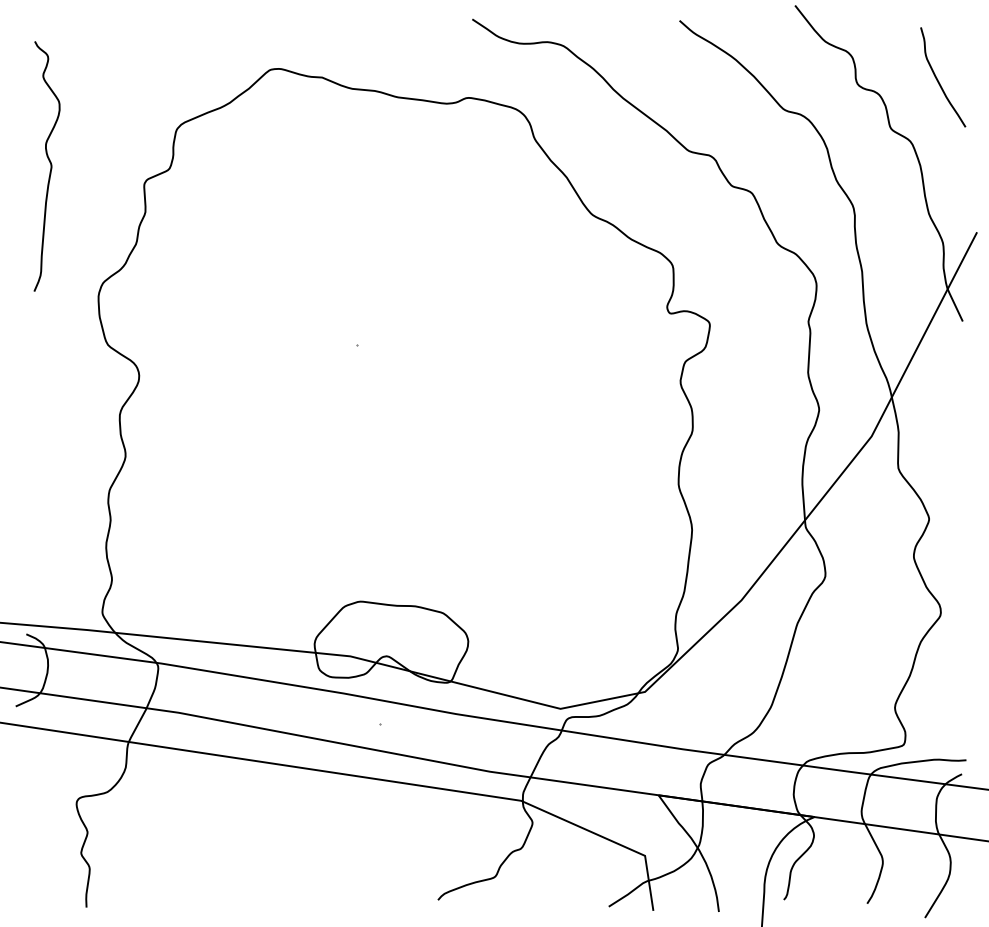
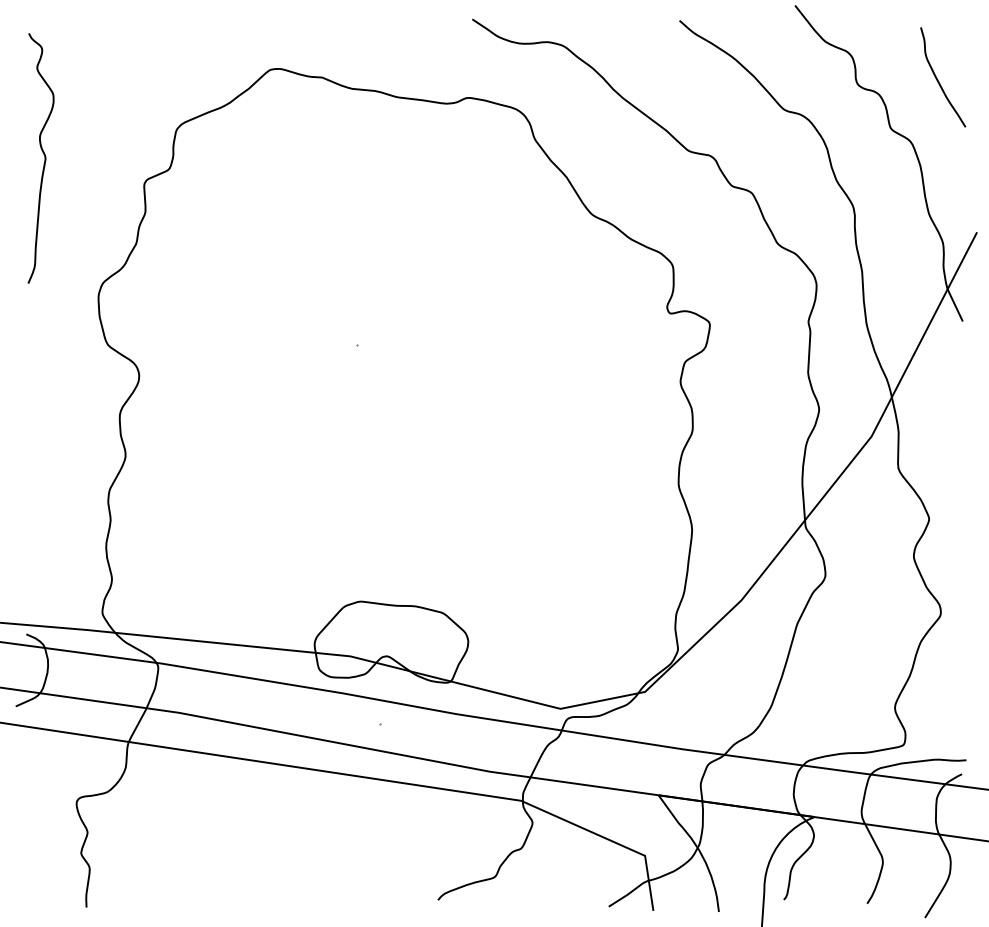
curve at (50, 166) position: (50, 166) -> (44, 158)
